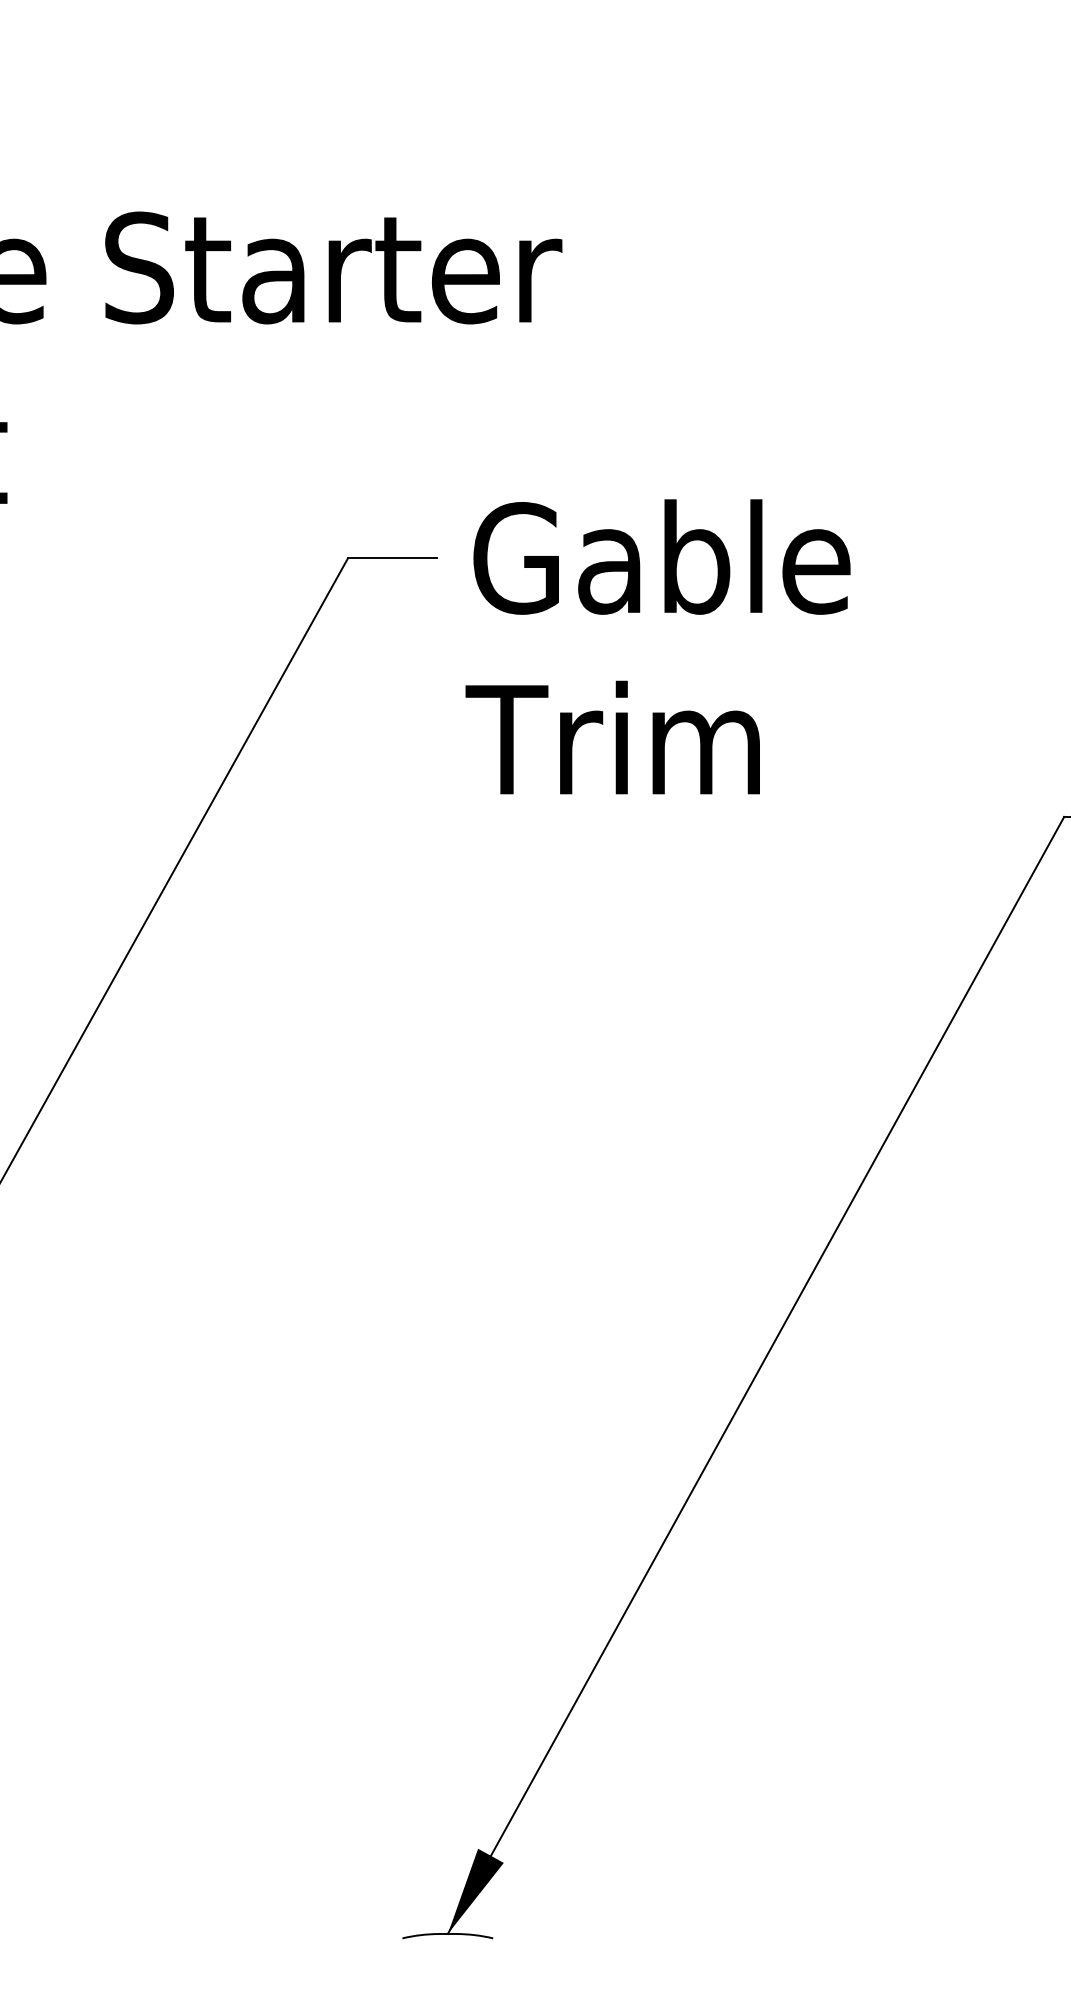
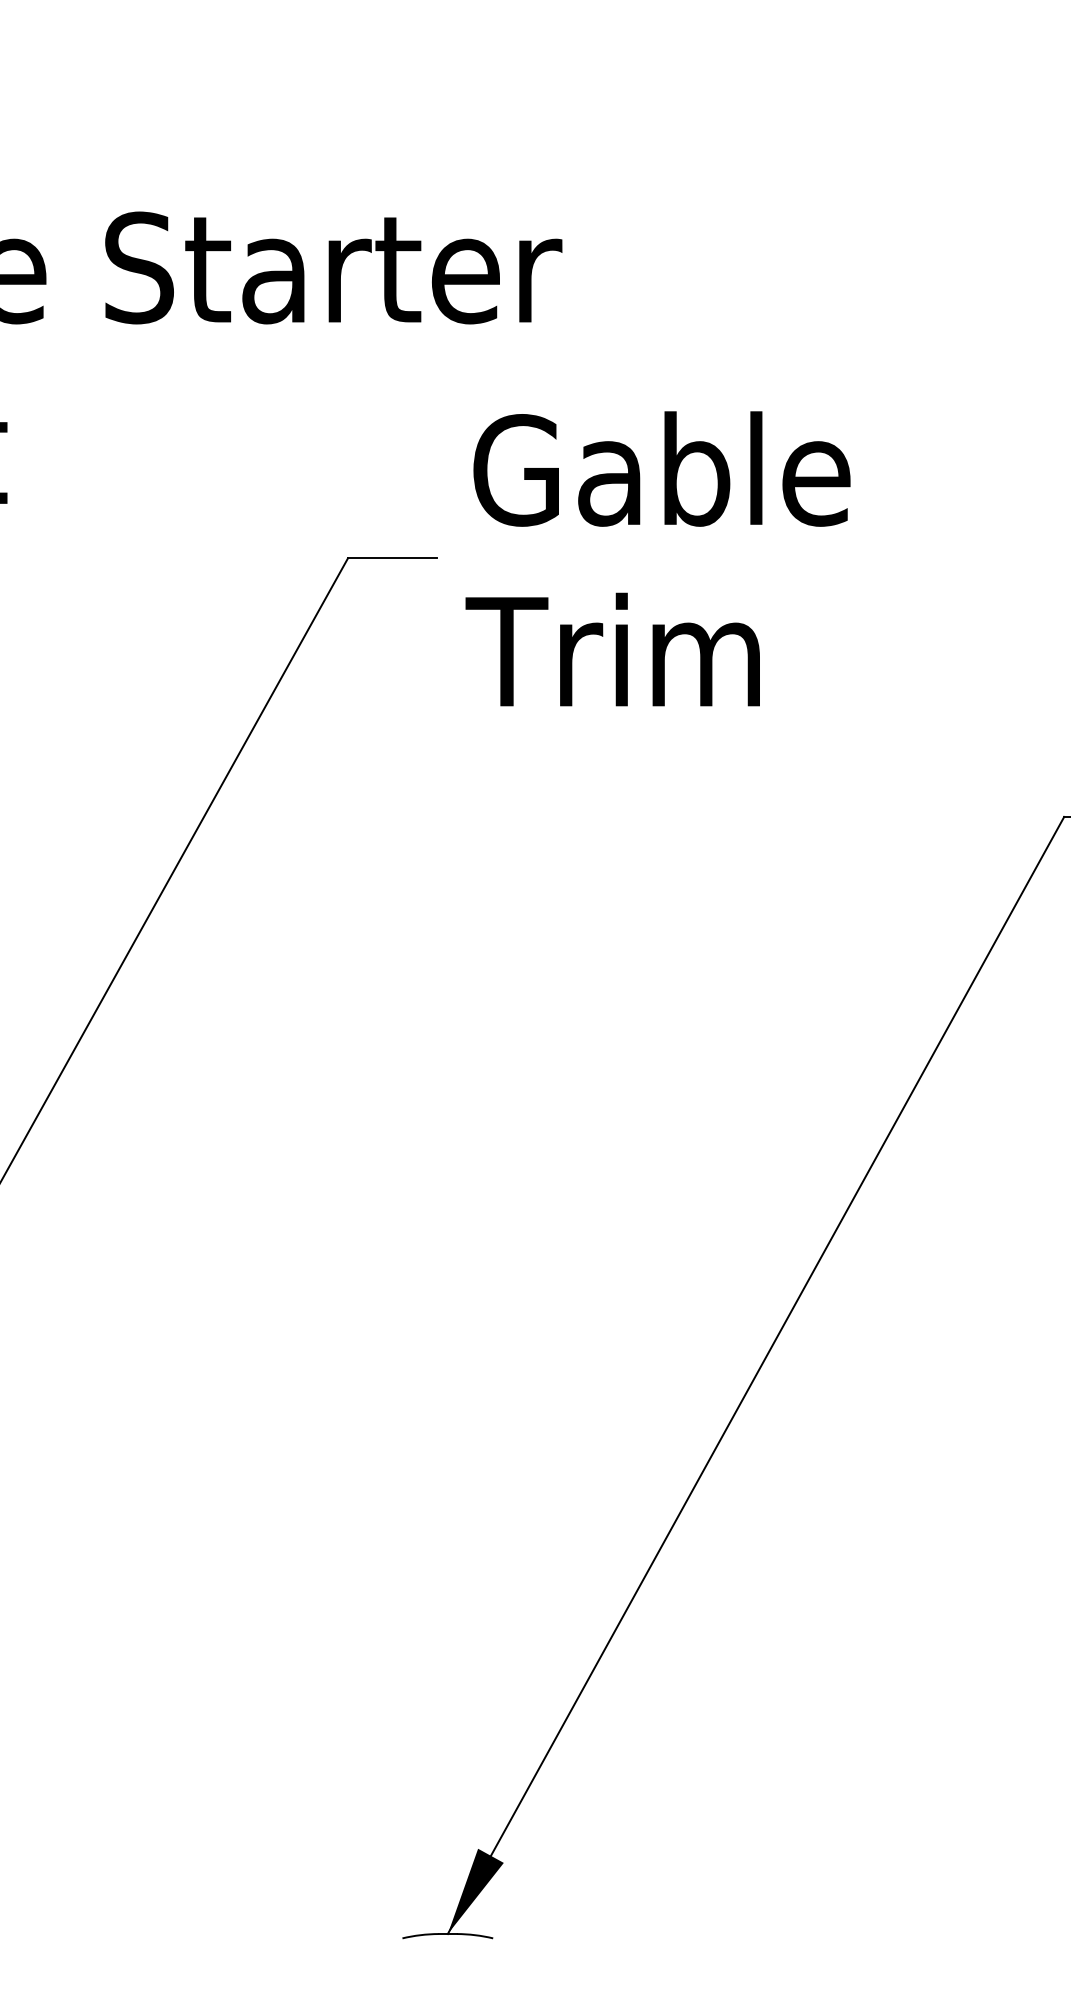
text at (657, 646) position: (657, 646) -> (657, 558)
